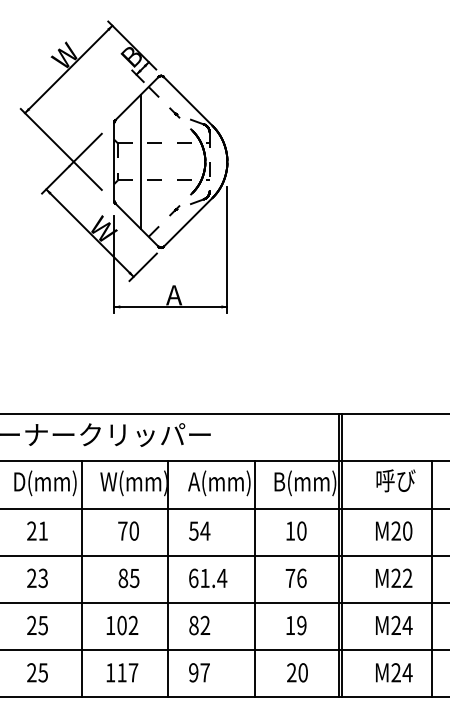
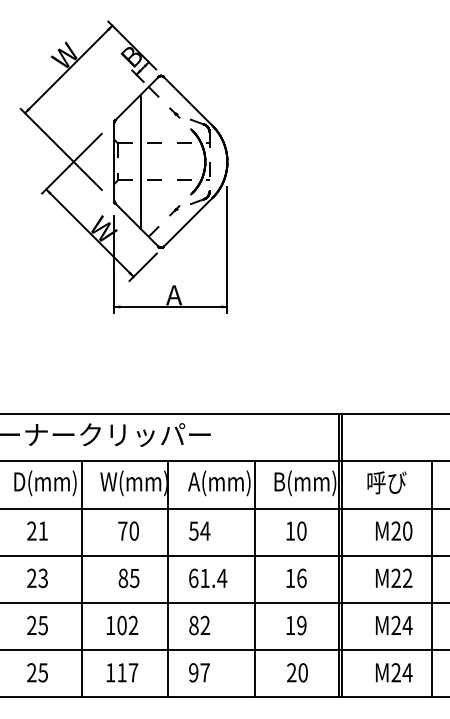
text at (395, 480) position: (395, 480) -> (386, 482)
text at (290, 578): 76 -> 16
